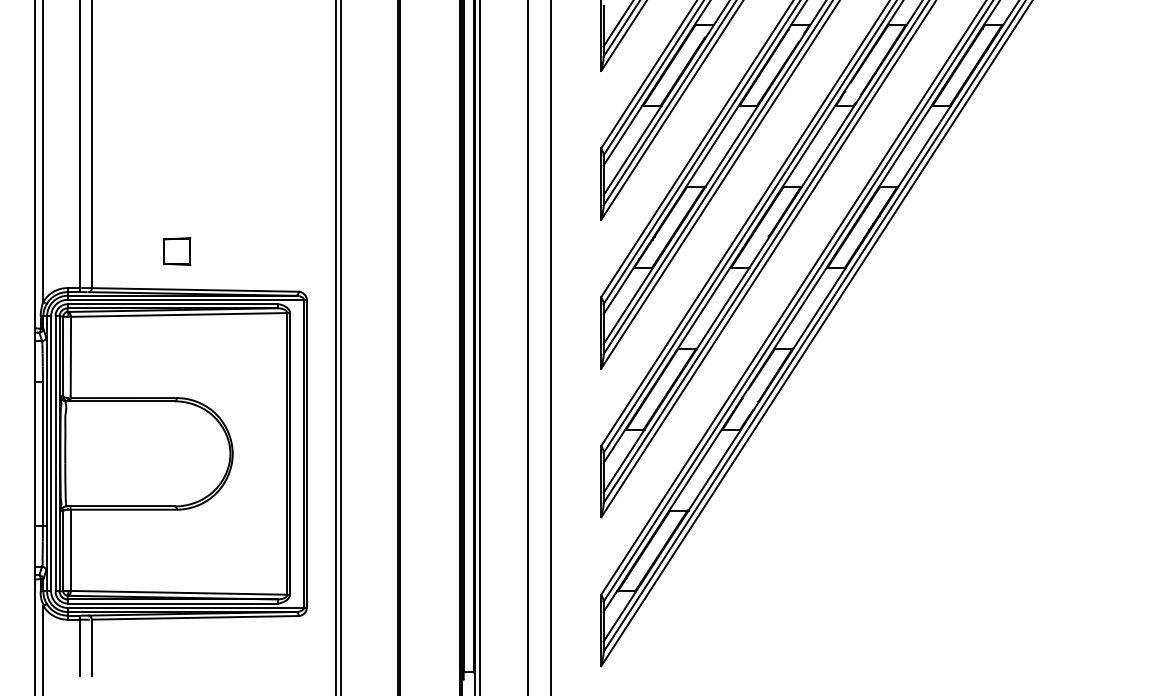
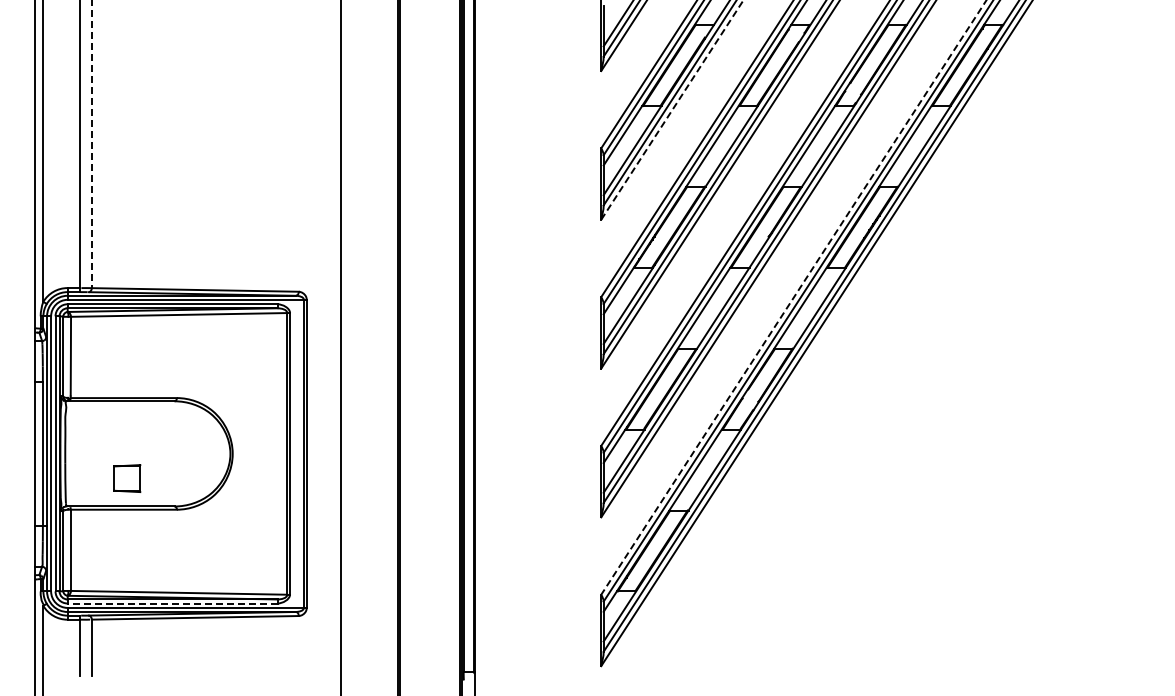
line at (672, 109): solid -> dashed
line at (91, 144): solid -> dashed
part at (177, 251) position: (177, 251) -> (127, 478)
line at (793, 297): solid -> dashed
line at (335, 347): present -> none
line at (480, 347): present -> none
line at (528, 347): present -> none
line at (550, 347): present -> none
line at (172, 603): solid -> dashed
